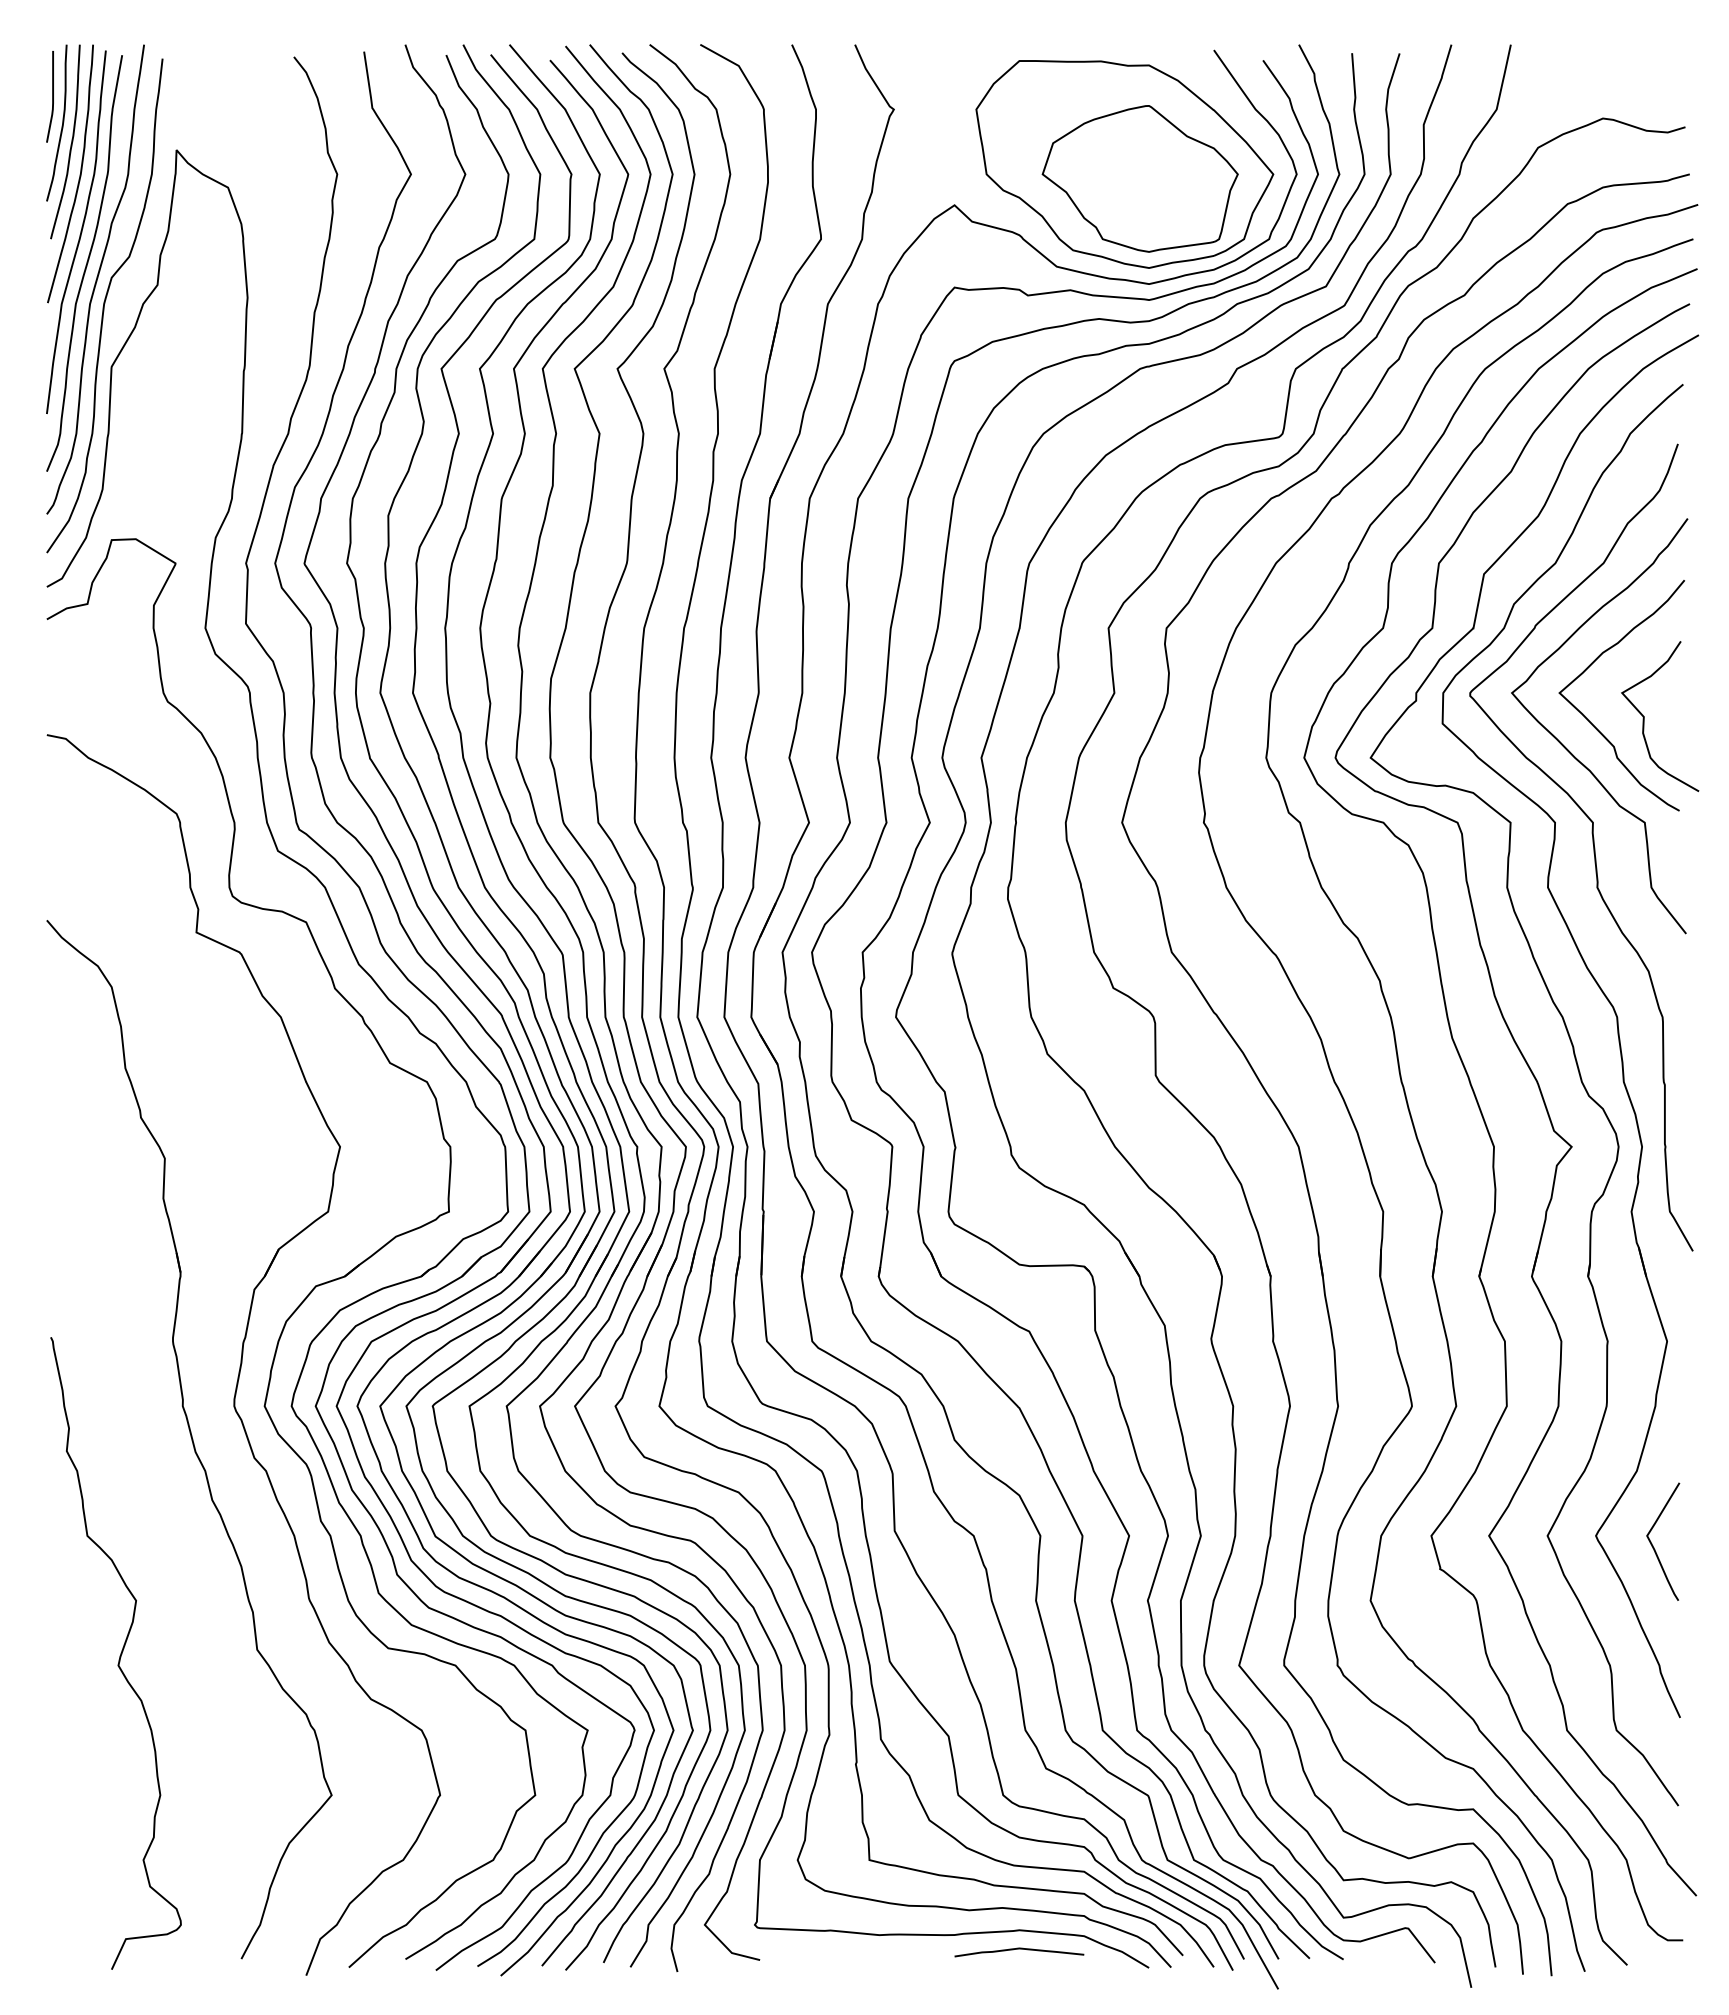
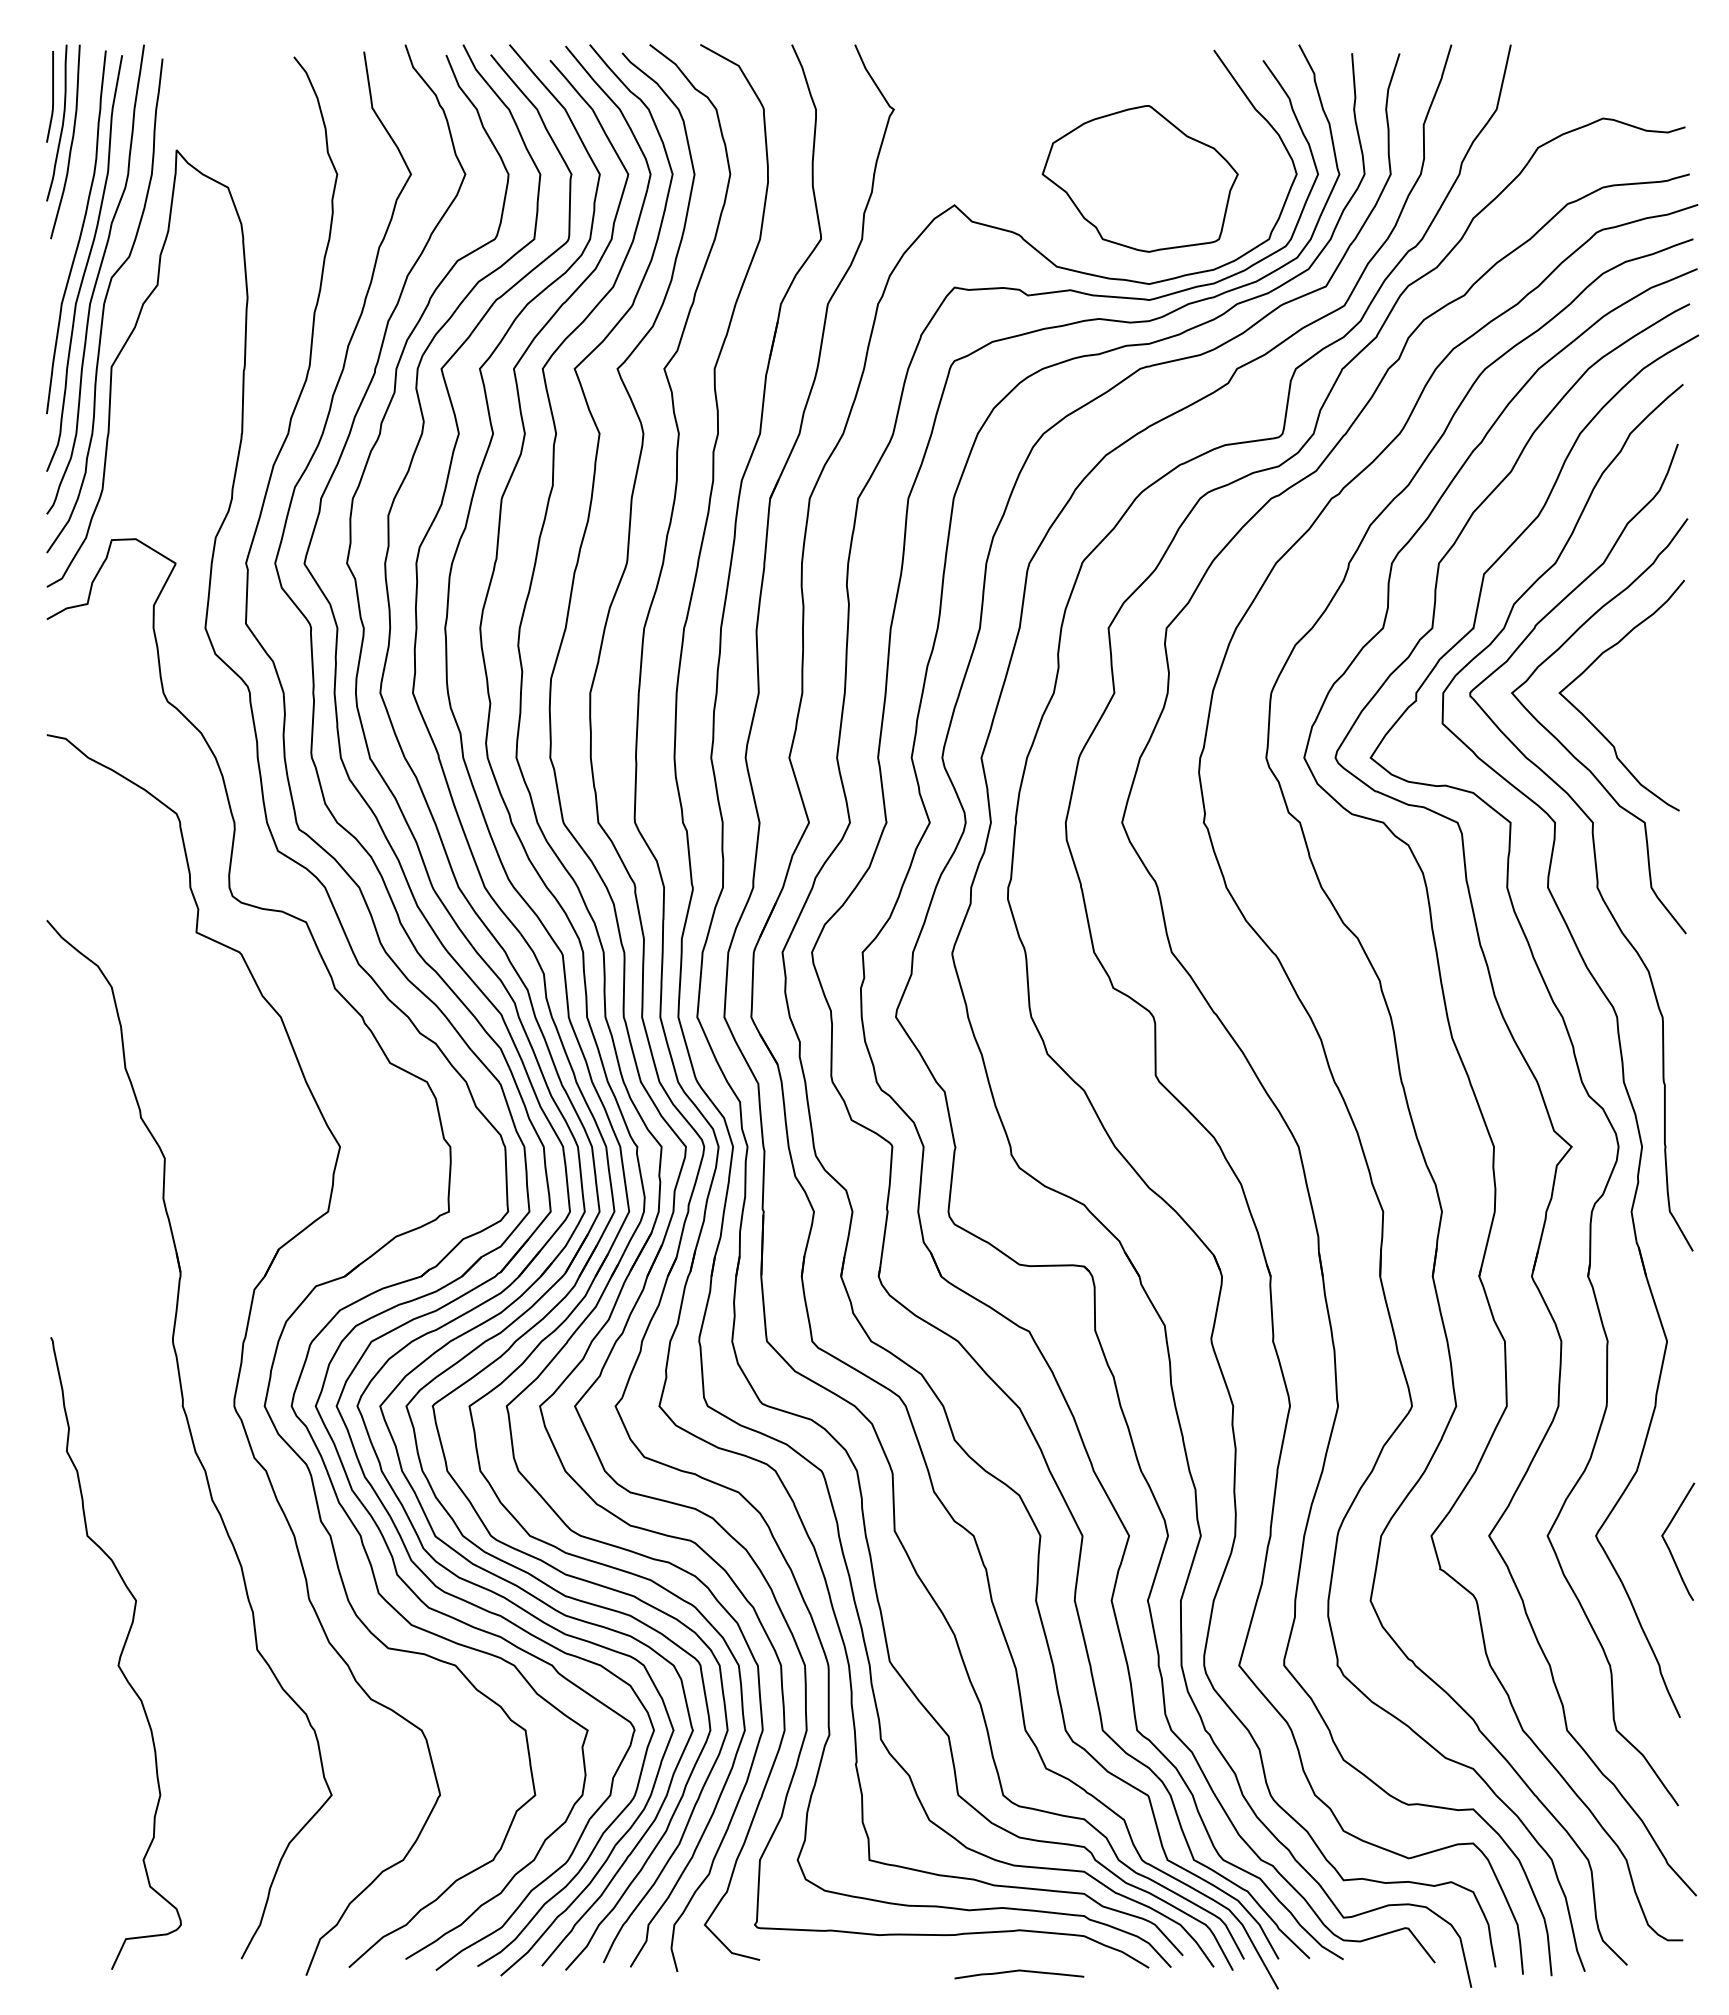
part at (1124, 164): present -> none
curve at (79, 174): present -> none
curve at (1644, 716): present -> none
curve at (1653, 1545) position: (1653, 1545) -> (1668, 1545)
curve at (1019, 1949) position: (1019, 1949) -> (1019, 1971)
